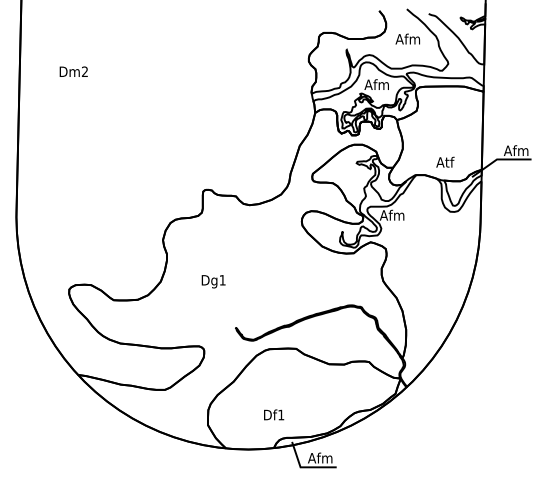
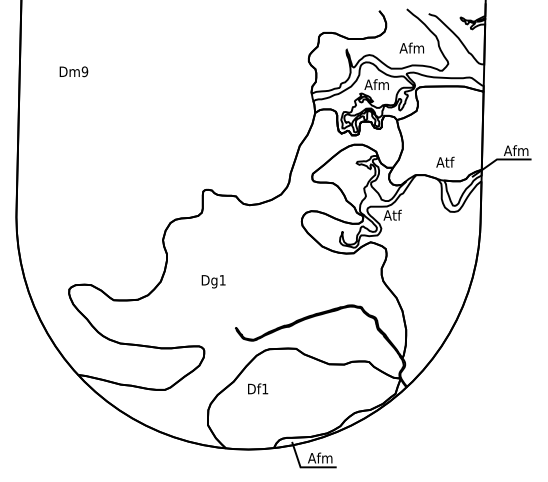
text at (407, 38) position: (407, 38) -> (411, 47)
text at (84, 71): Dm2 -> Dm9
text at (391, 214): Afm -> Atf
text at (274, 414) position: (274, 414) -> (258, 388)
